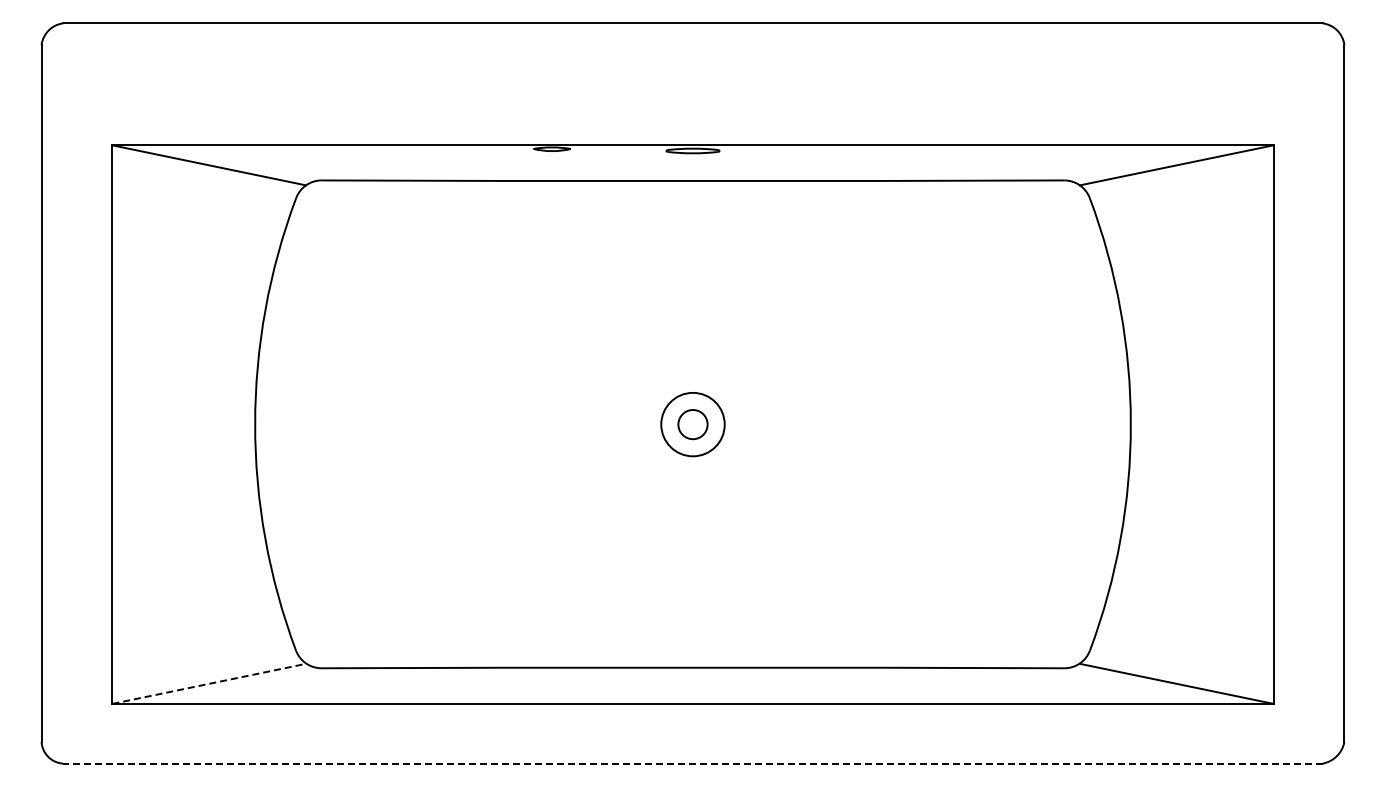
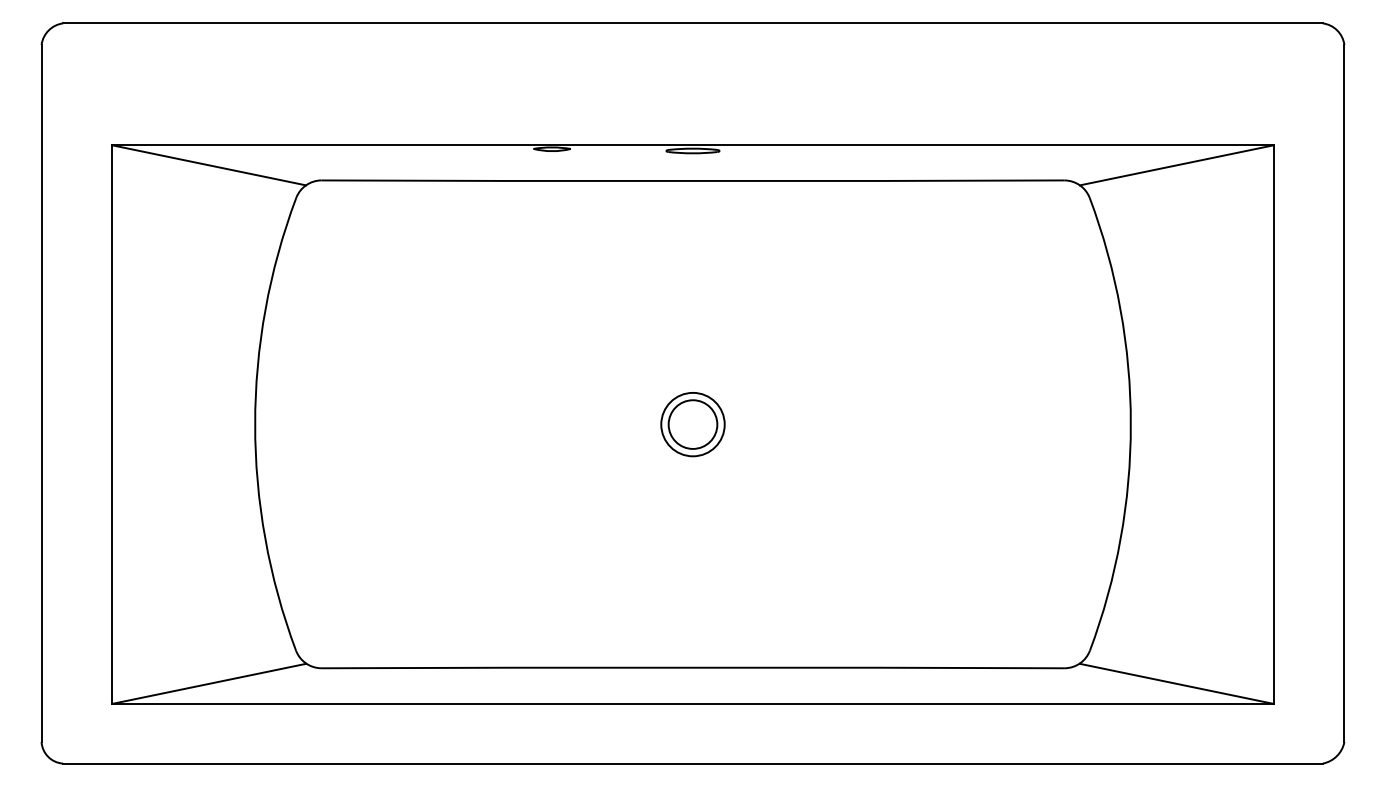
circle at (692, 424) diameter: 29 px -> 49 px
line at (209, 683): dashed -> solid
line at (692, 763): dashed -> solid
